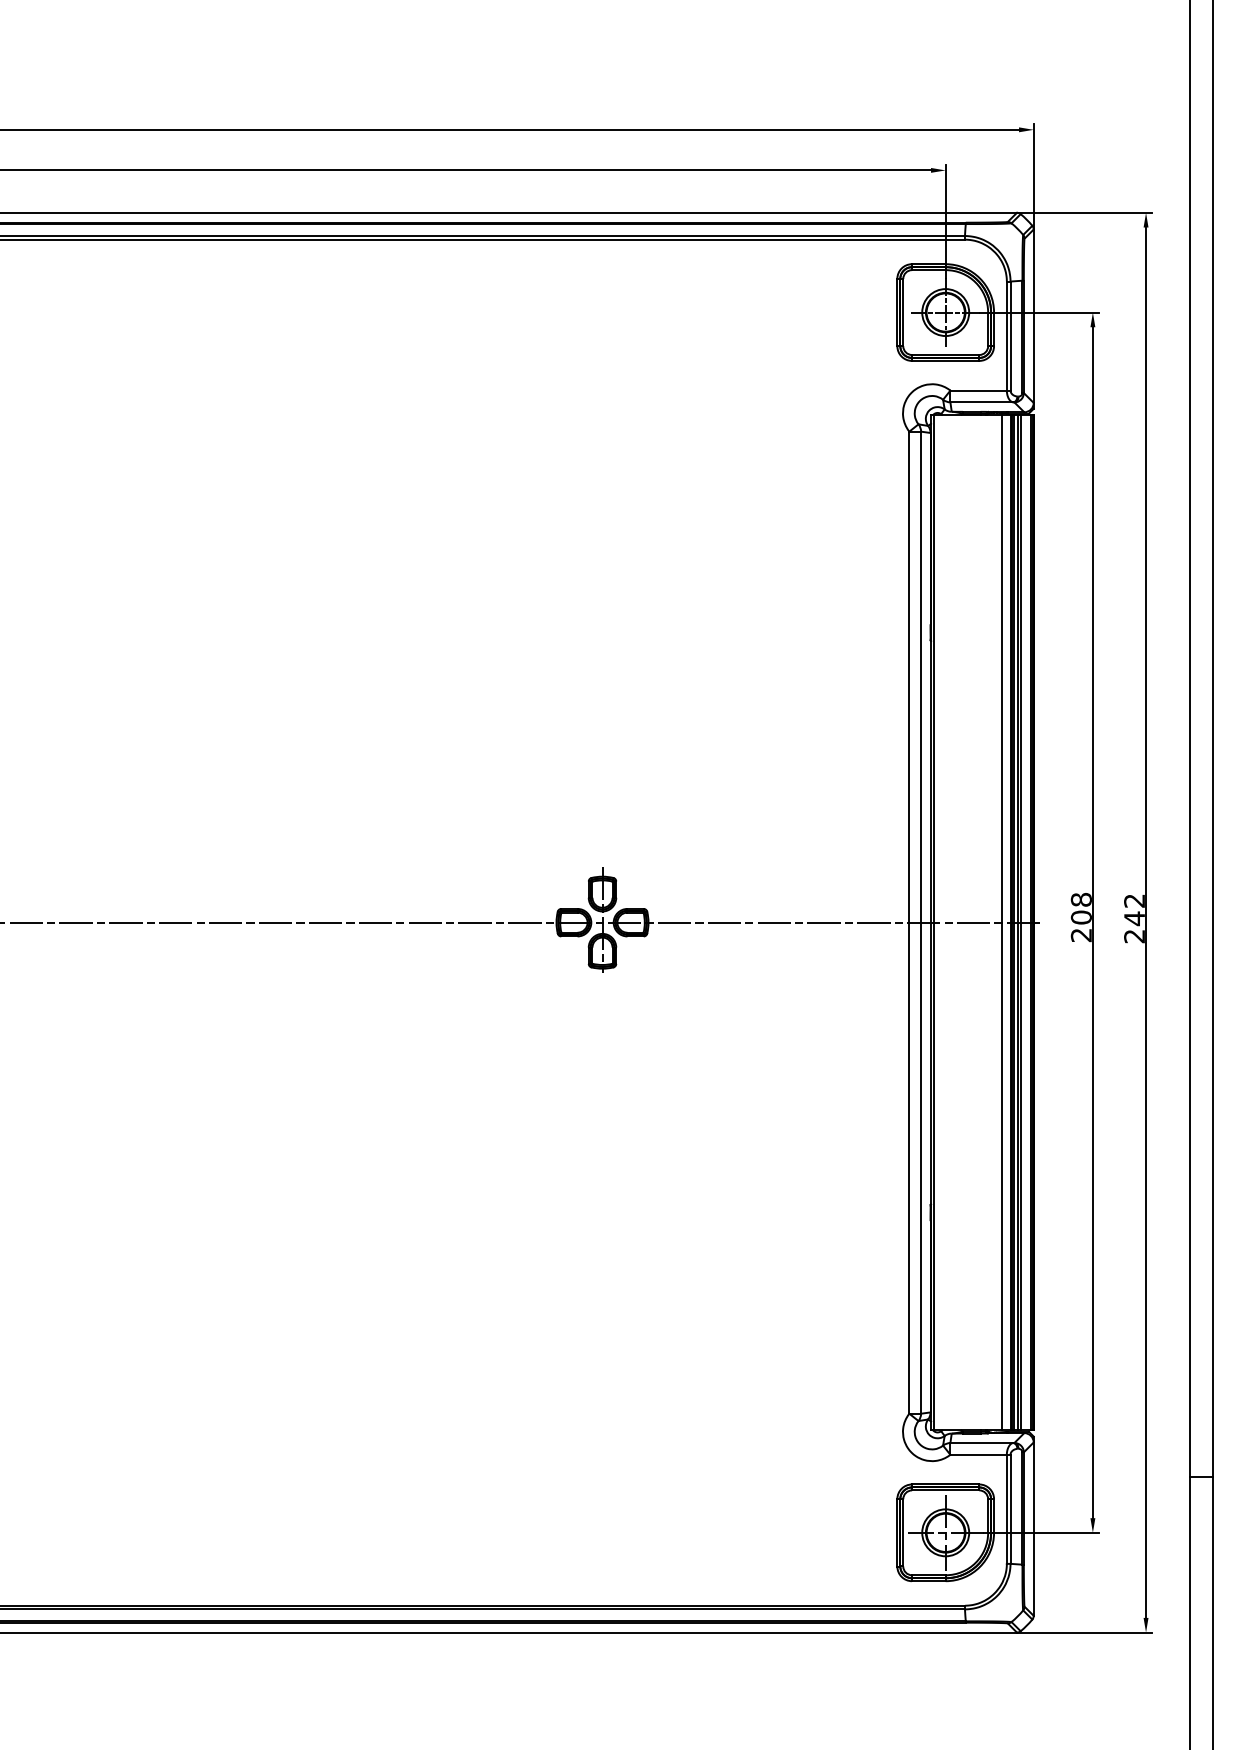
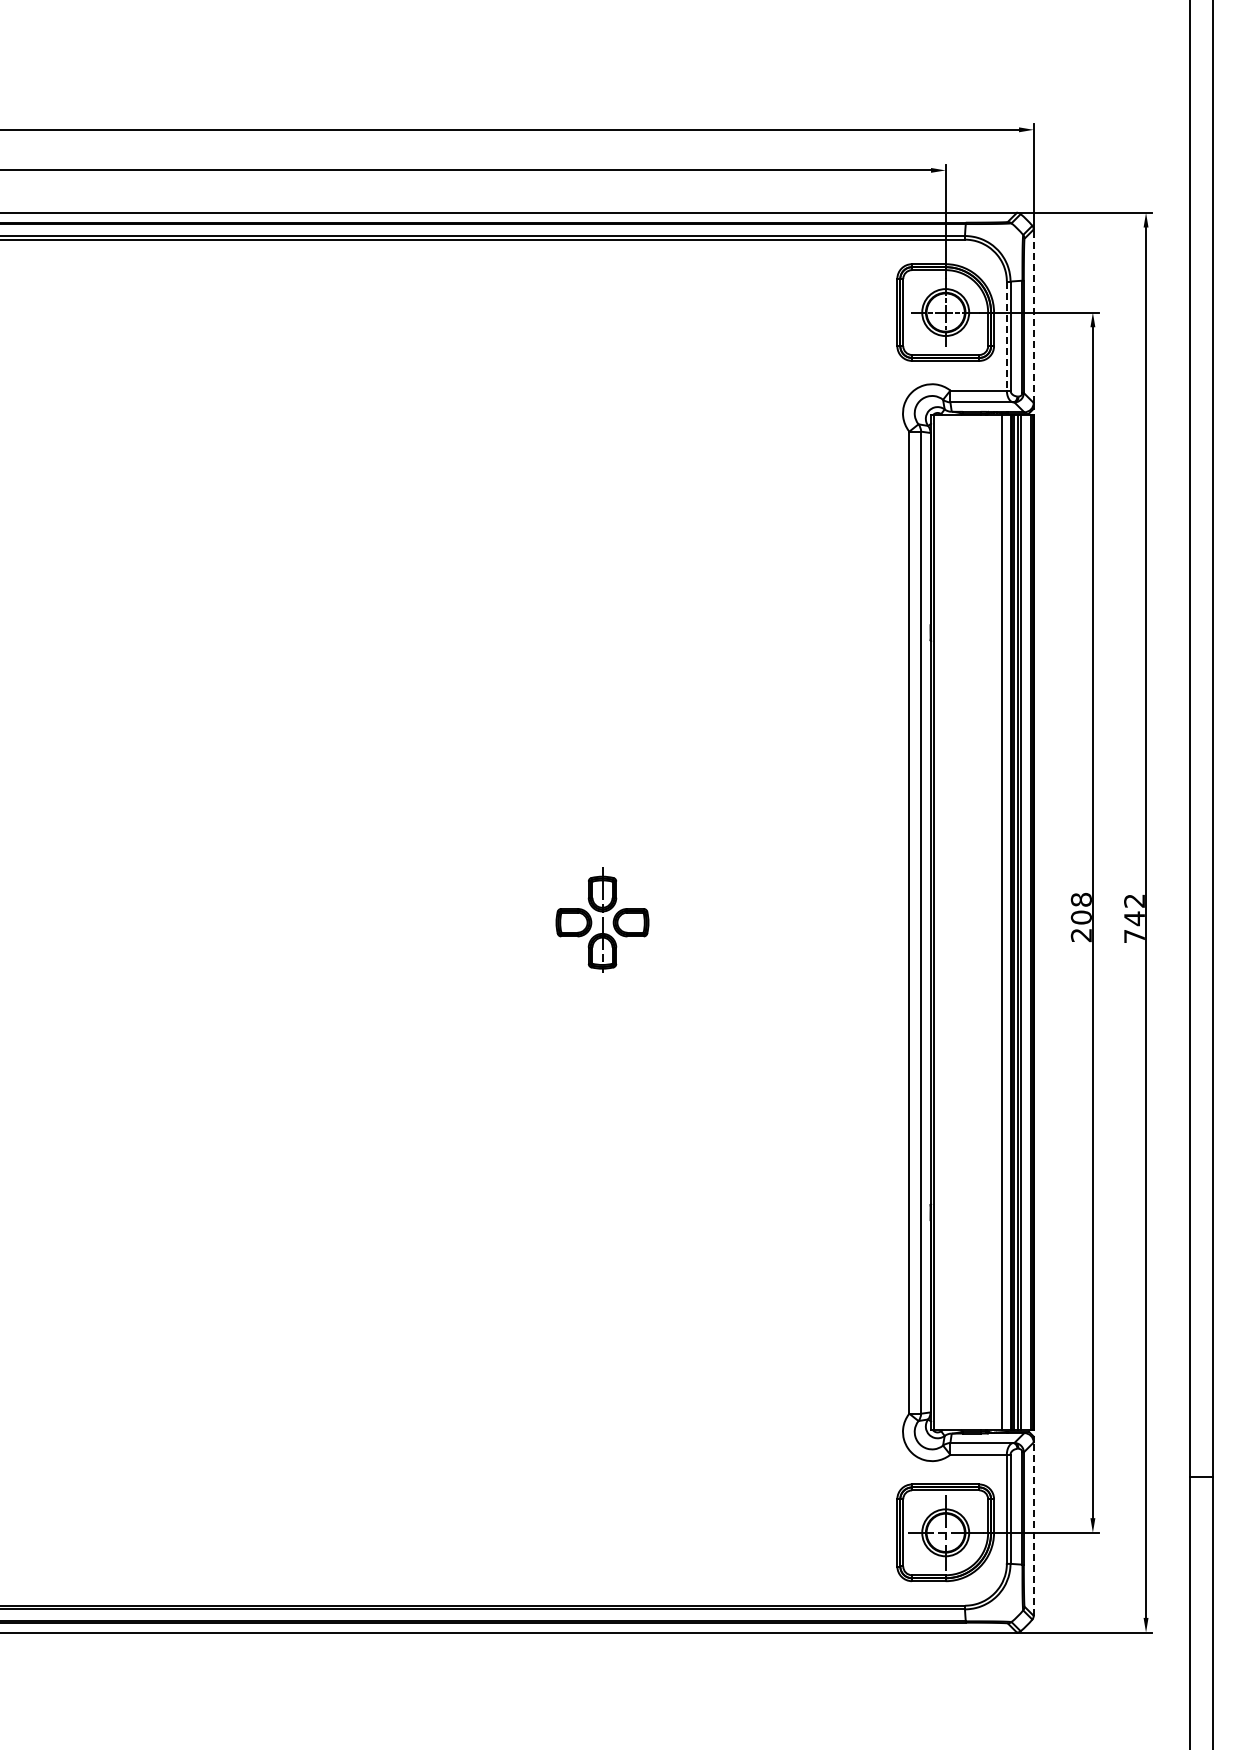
line at (1033, 316): solid -> dashed
line at (1006, 336): solid -> dashed
line at (521, 922): present -> none
text at (1134, 936): 242 -> 742
line at (1033, 1529): solid -> dashed
